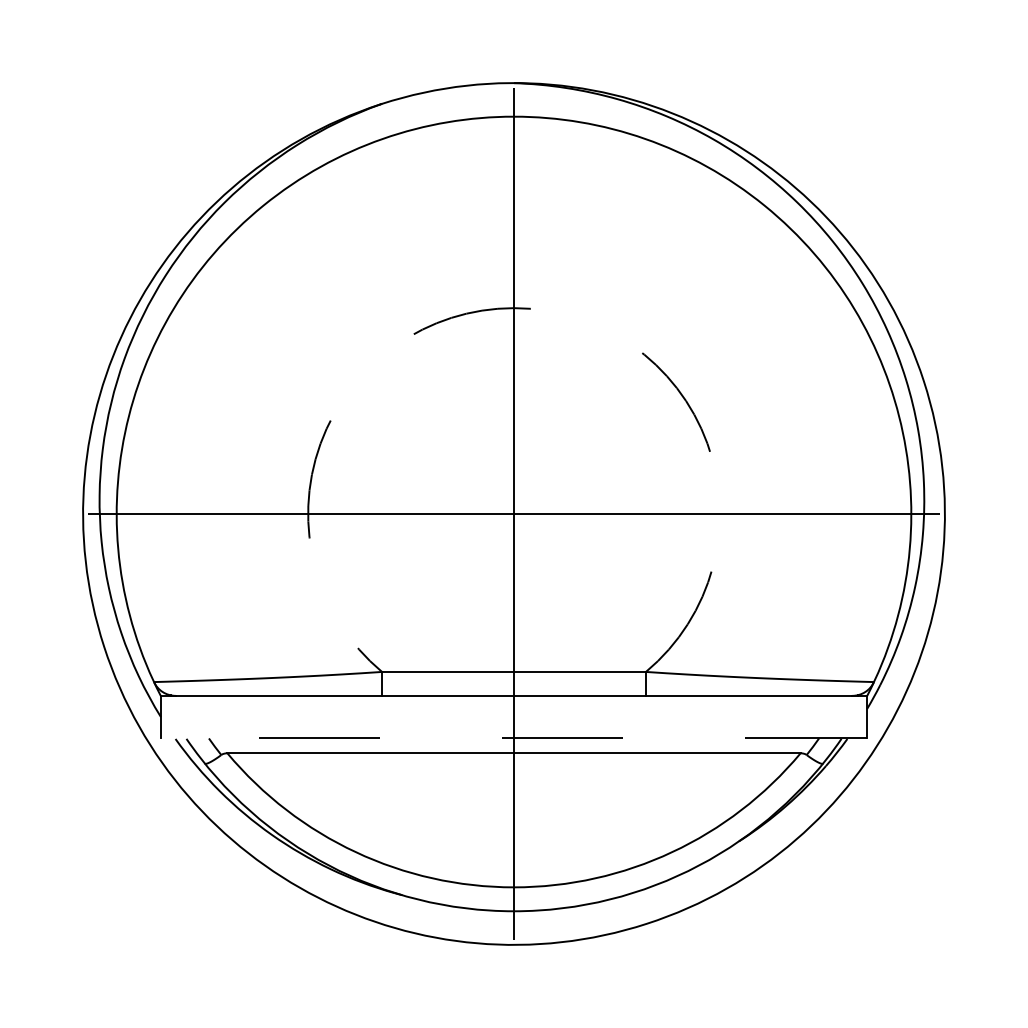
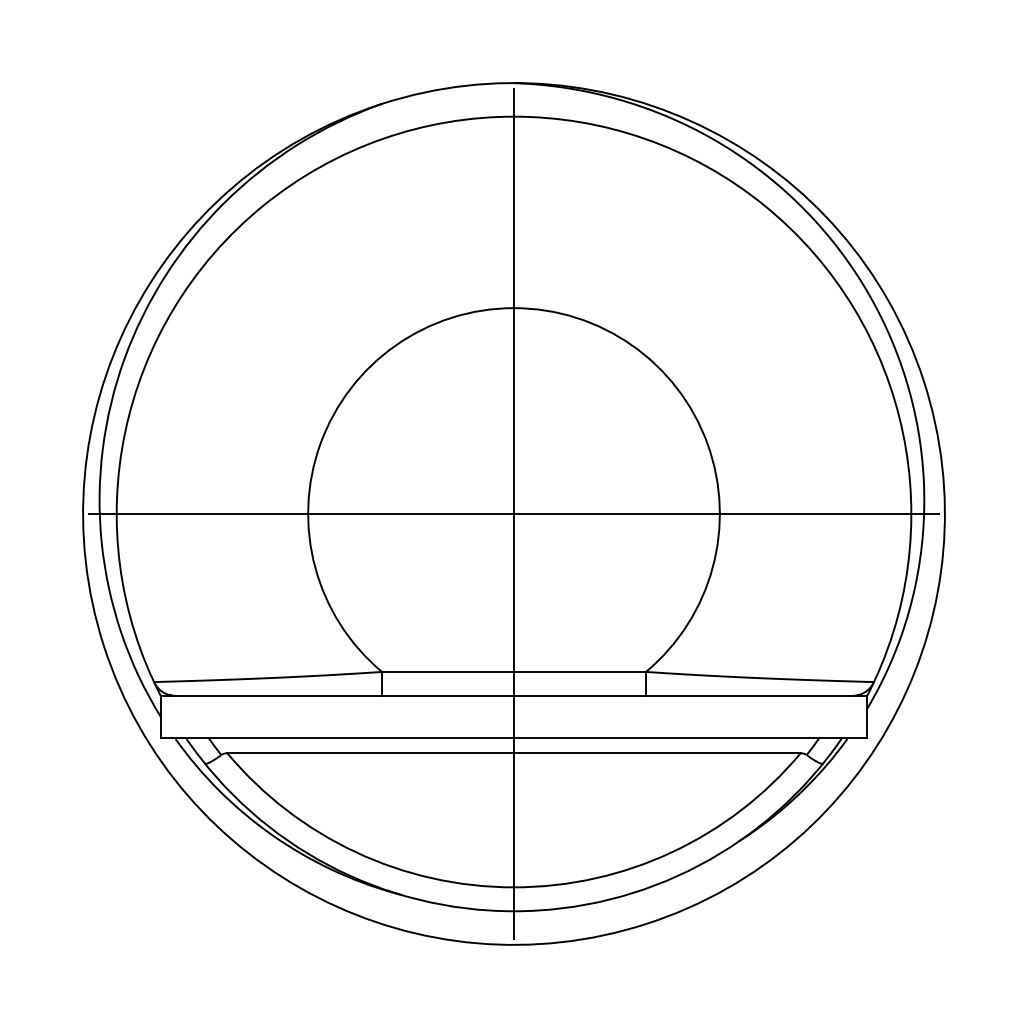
arc at (514, 308): dashed -> solid
line at (514, 738): dashed -> solid
